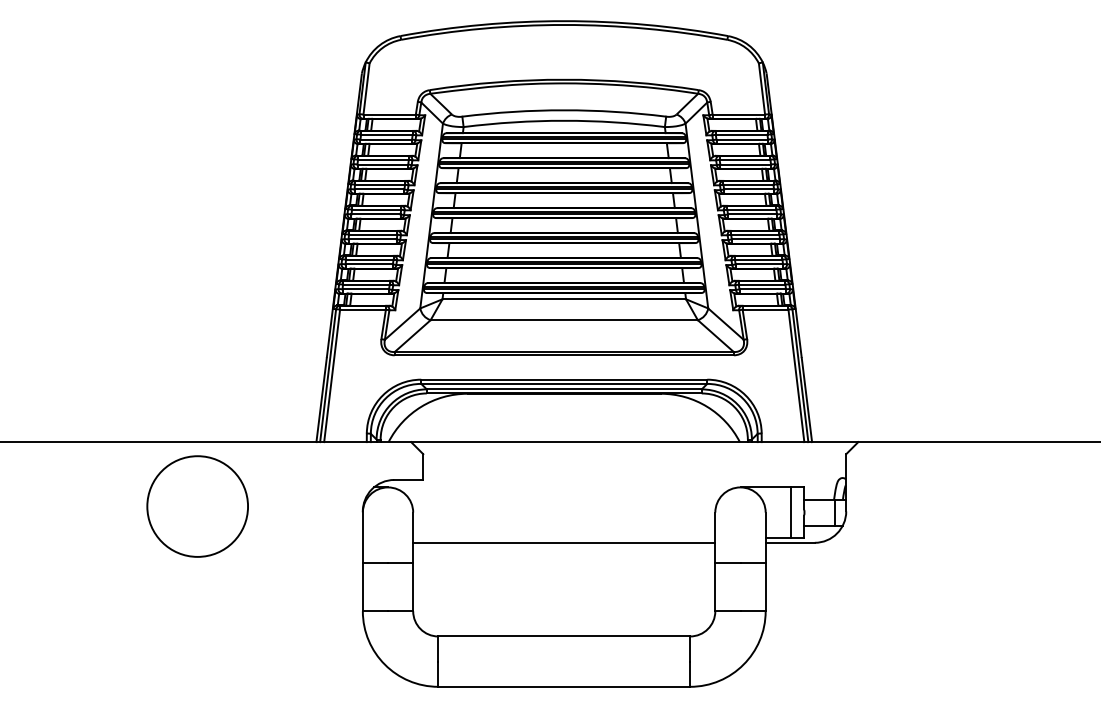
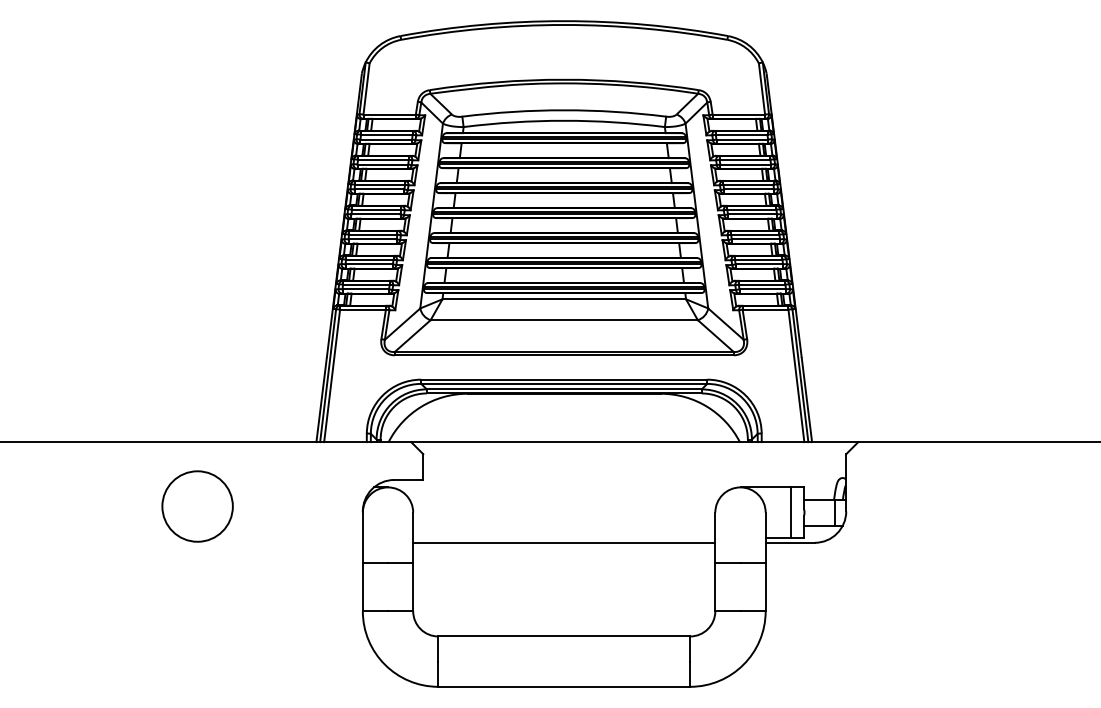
circle at (197, 506) size: 103x103 px -> 73x73 px
